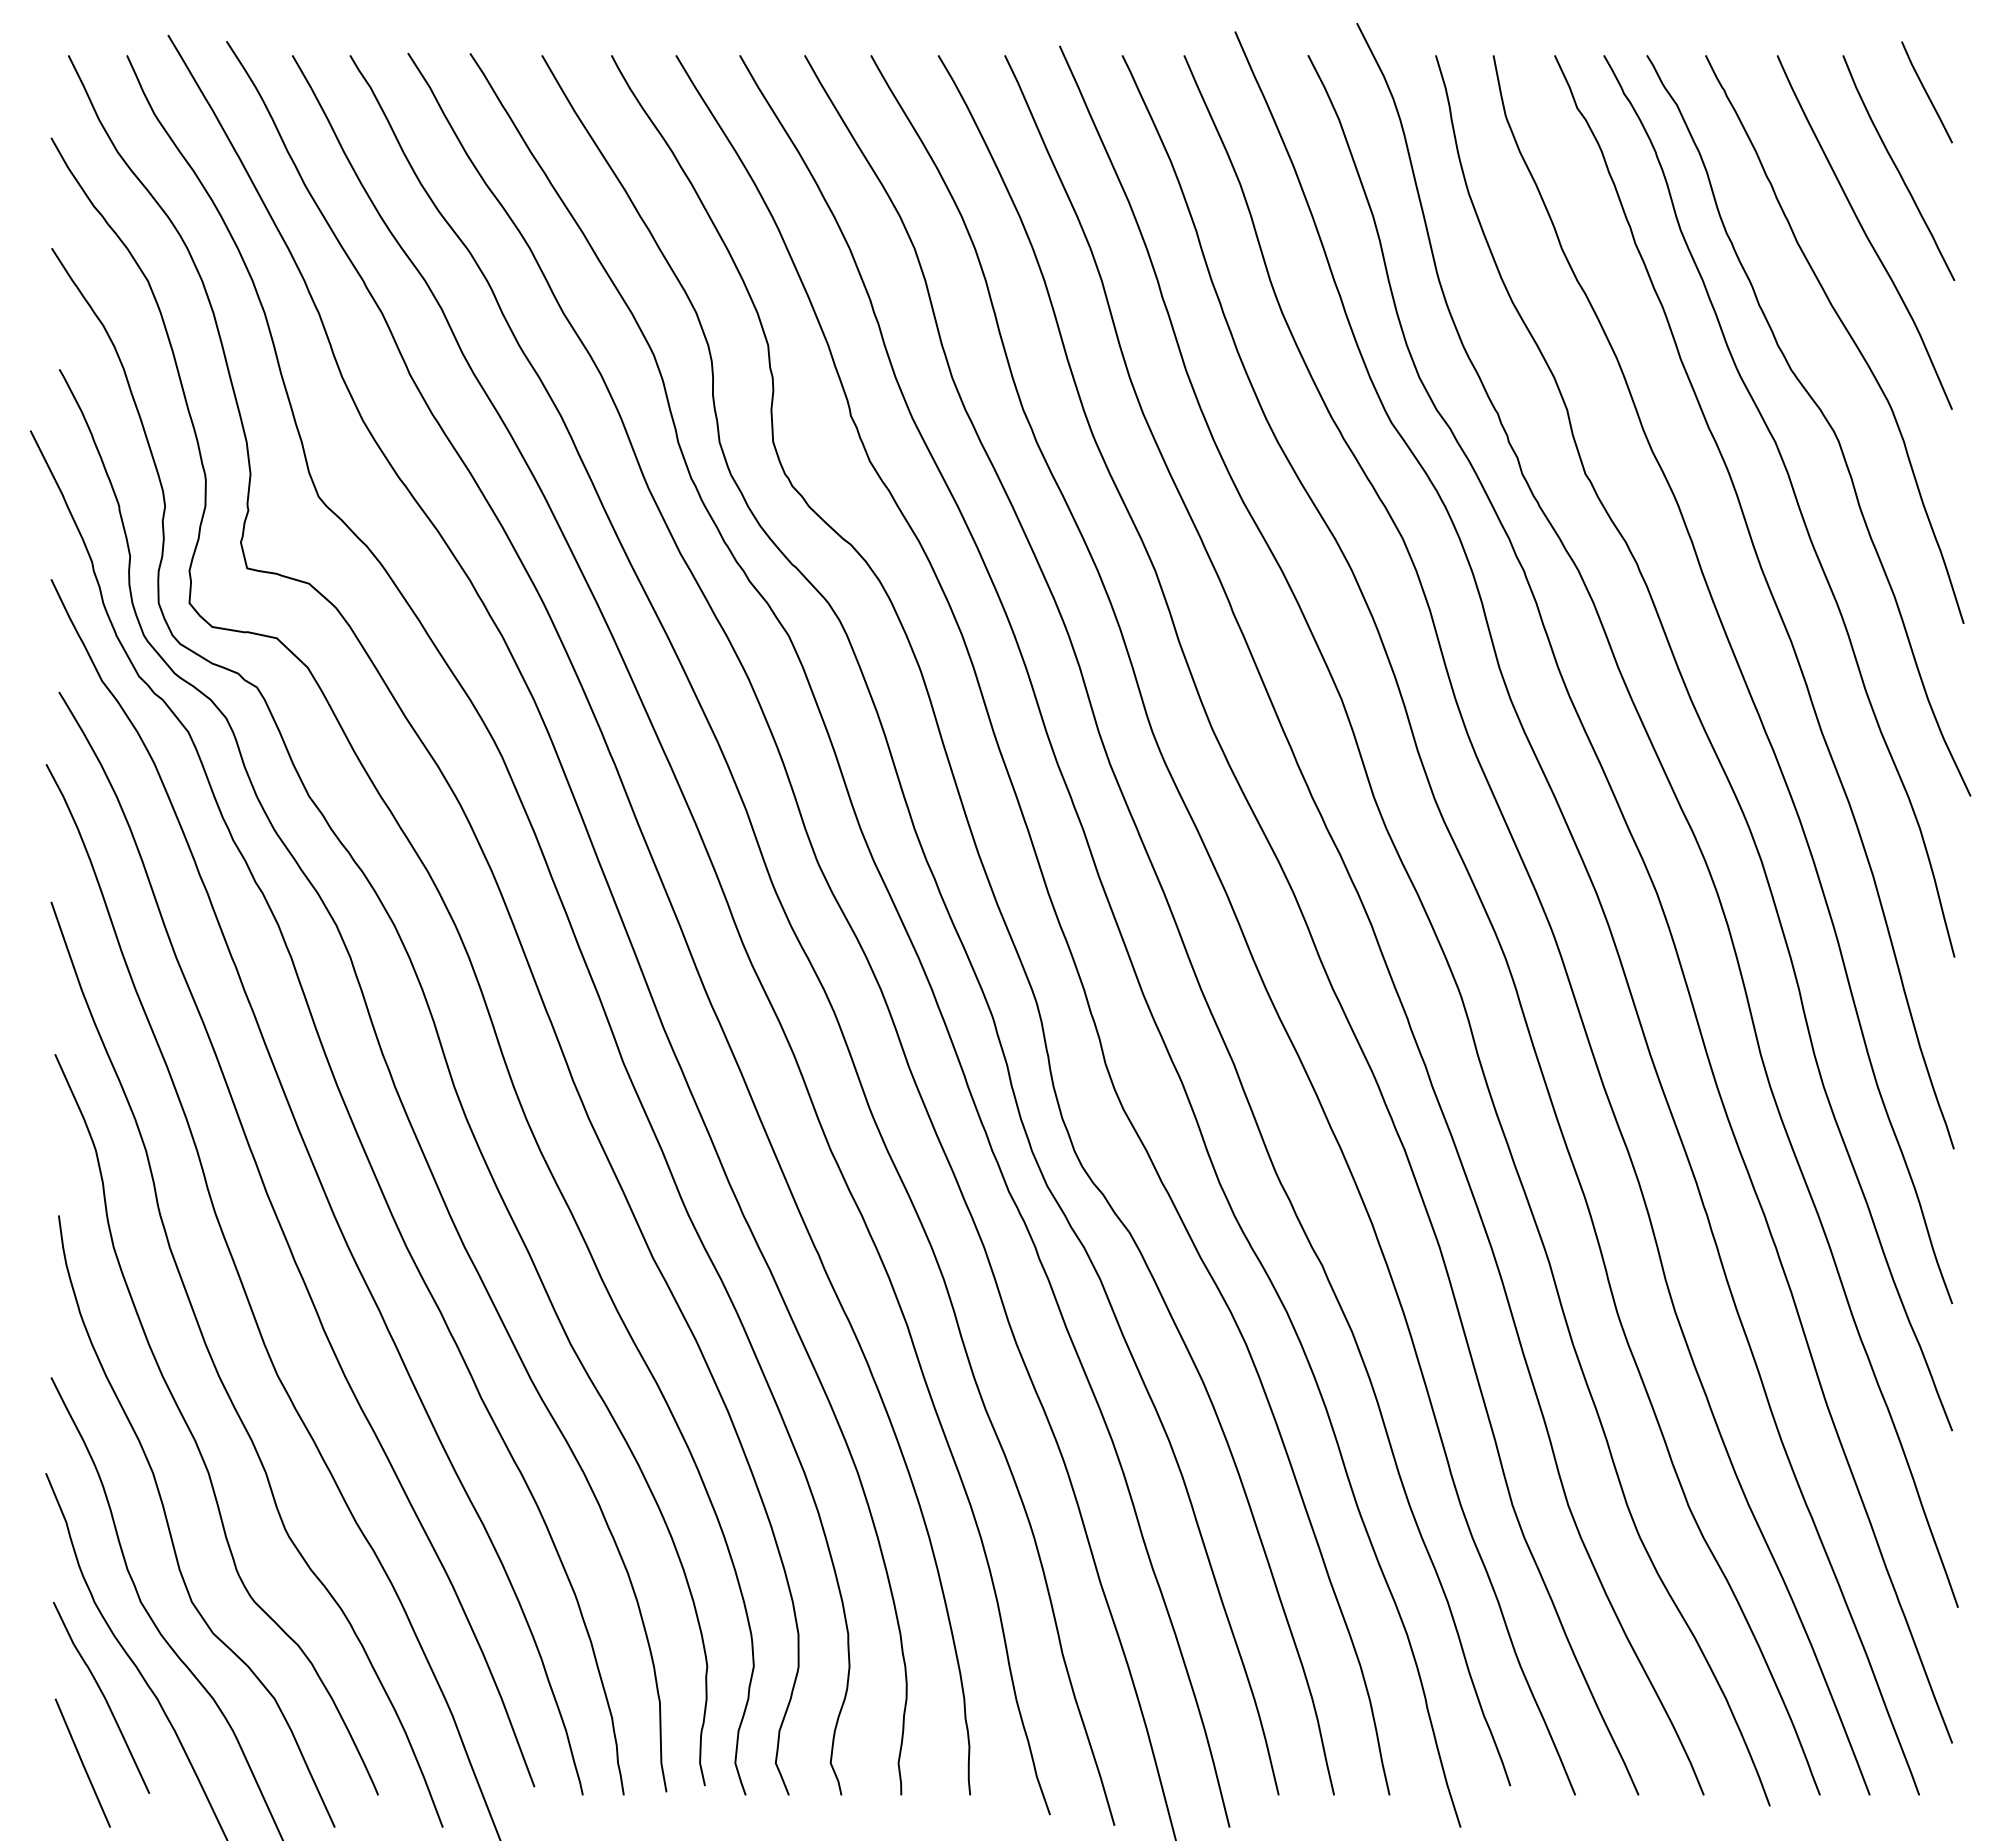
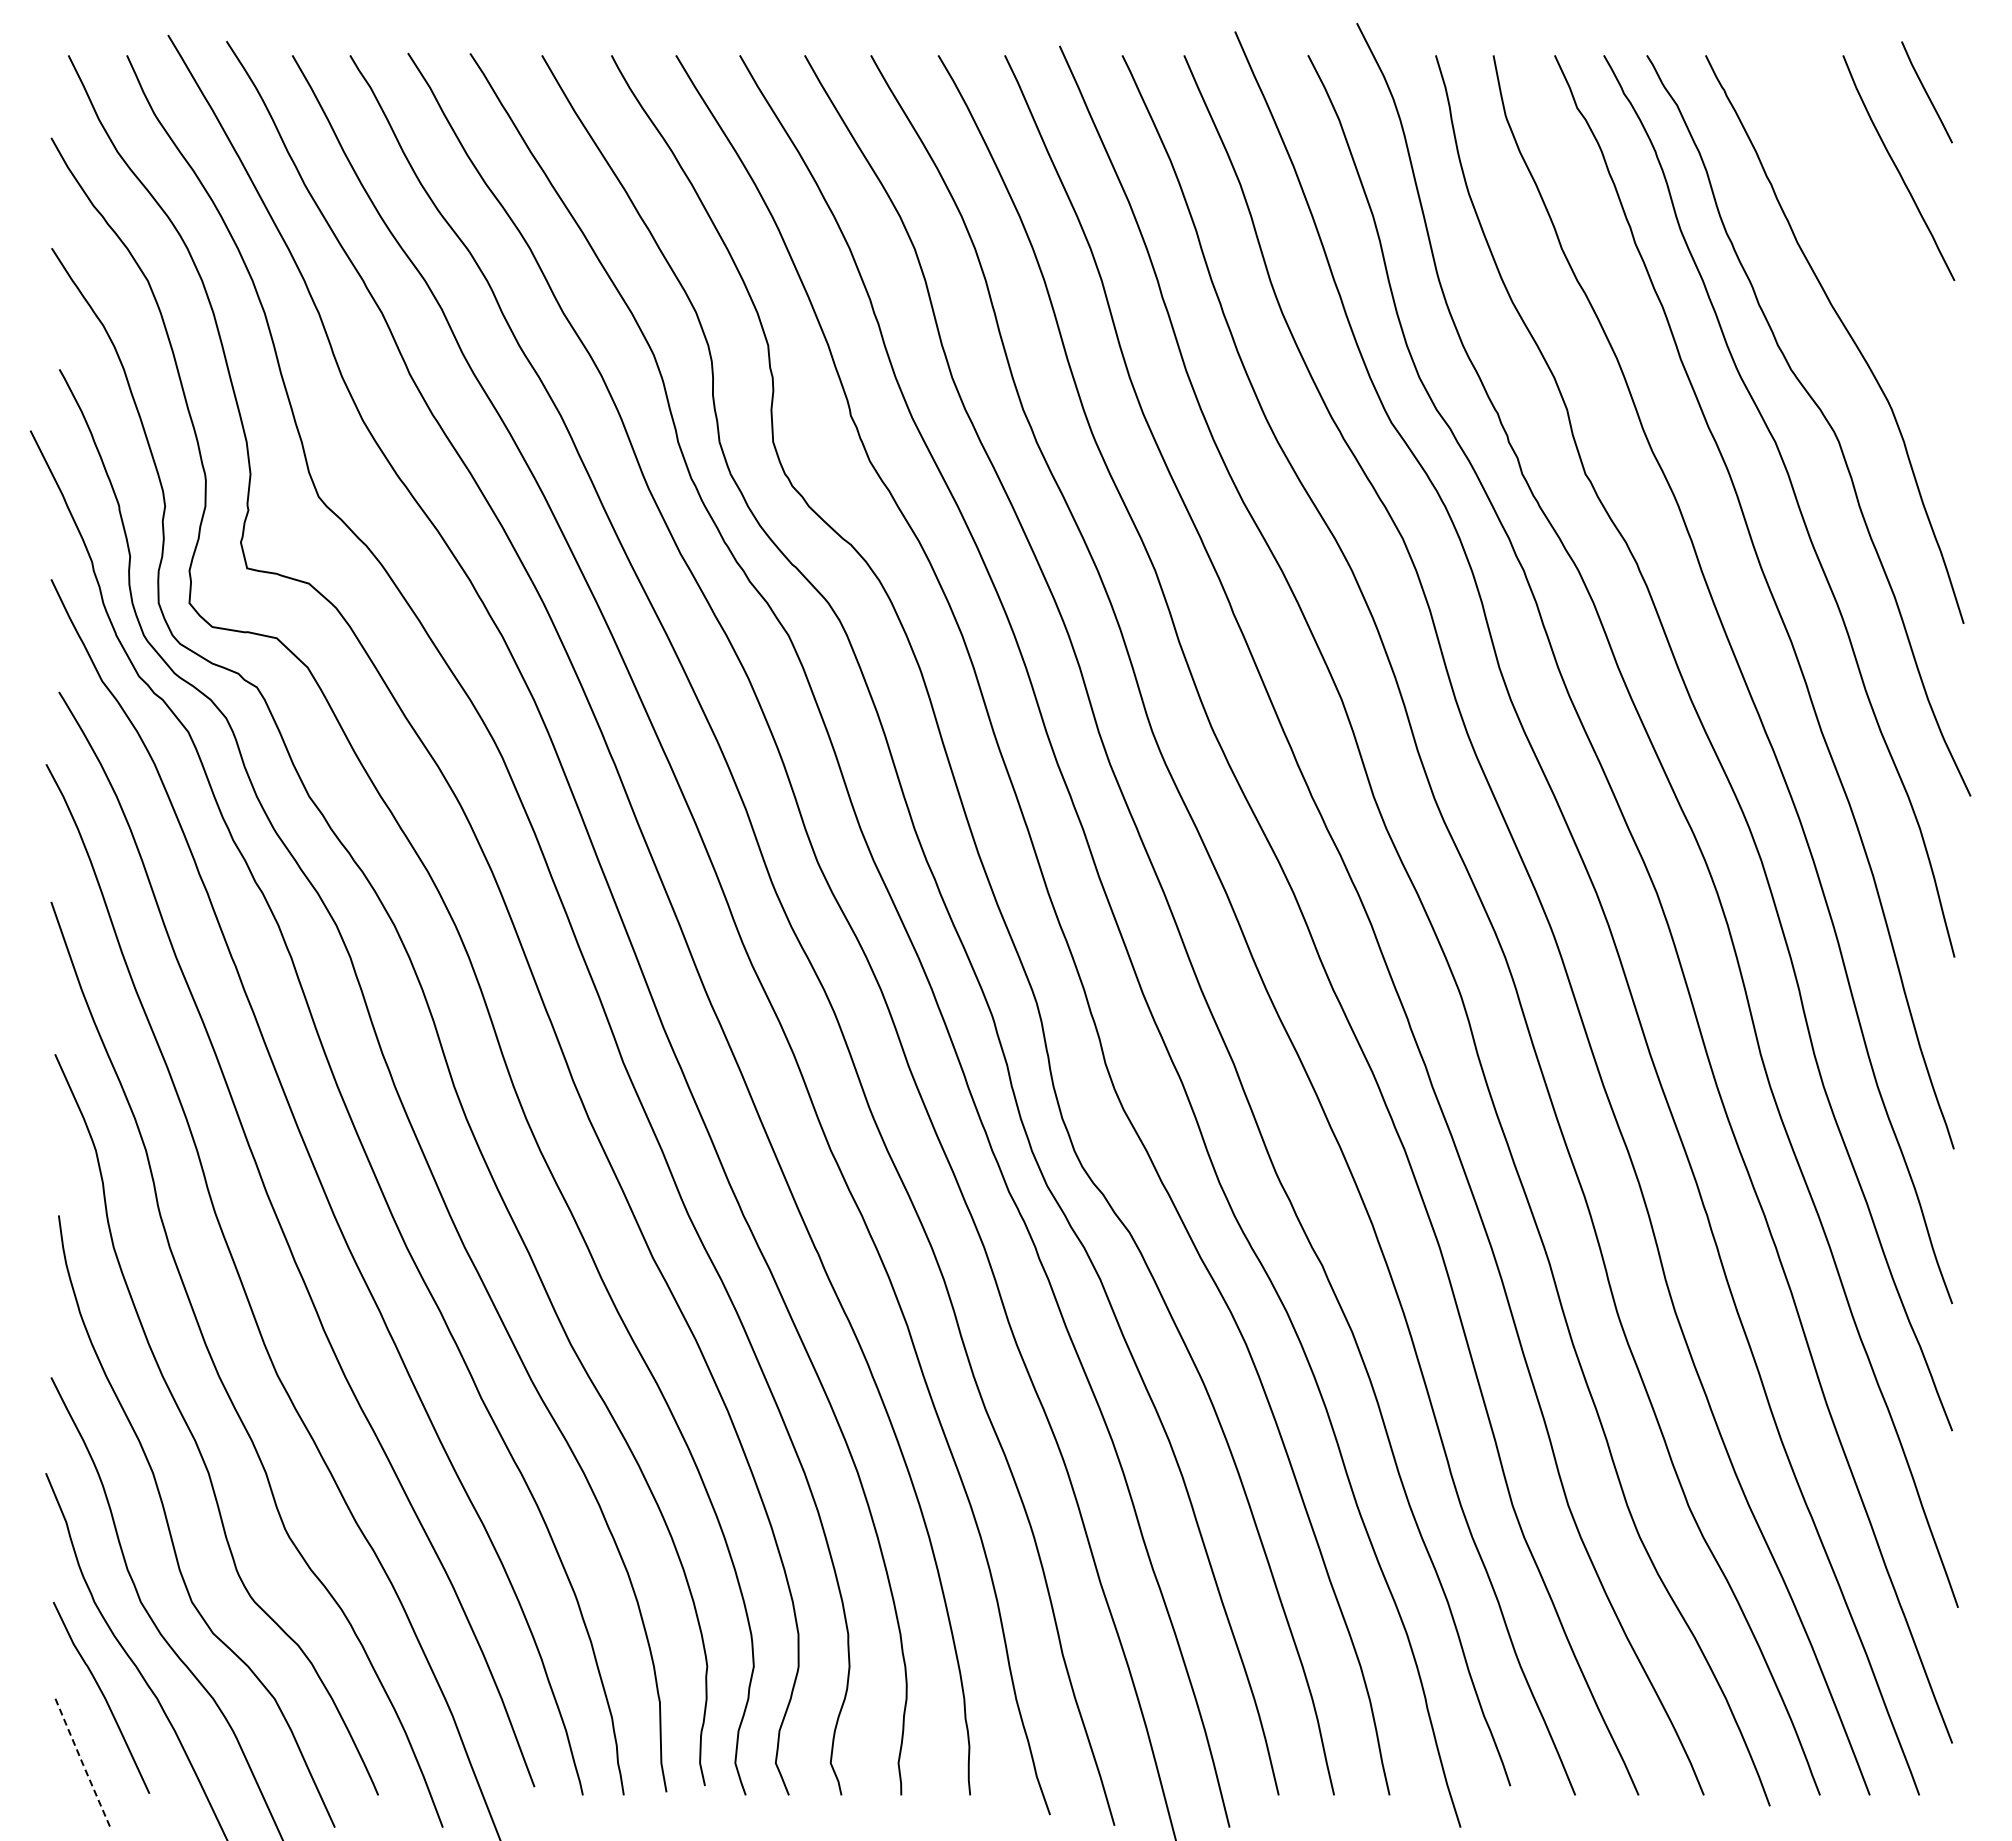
curve at (1864, 232): present -> none
line at (82, 1763): solid -> dashed
